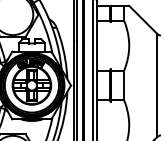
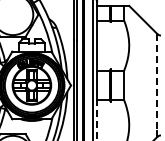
line at (157, 82): solid -> dashed
line at (97, 119): solid -> dashed
